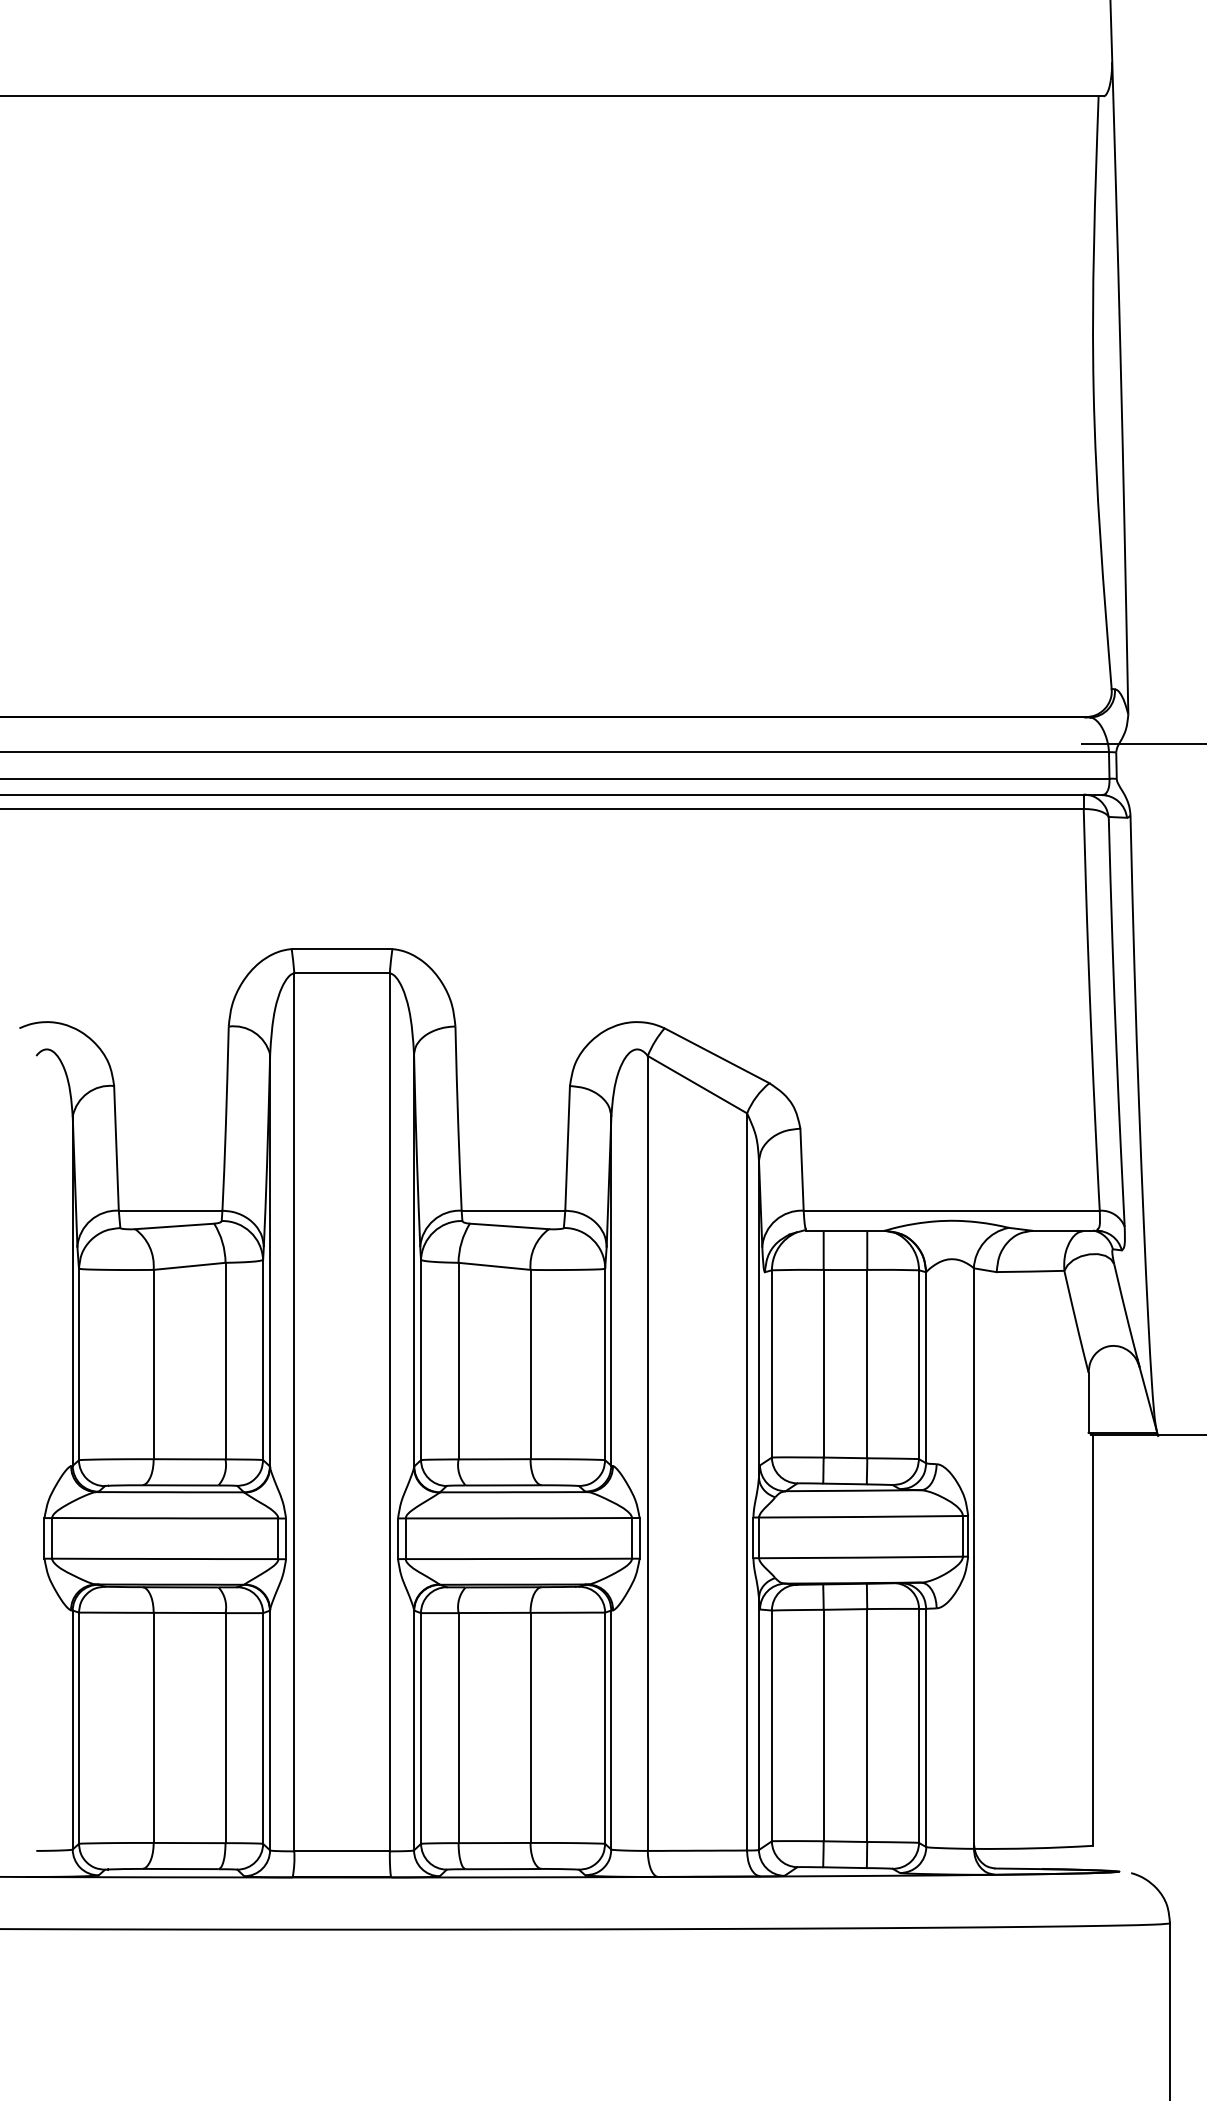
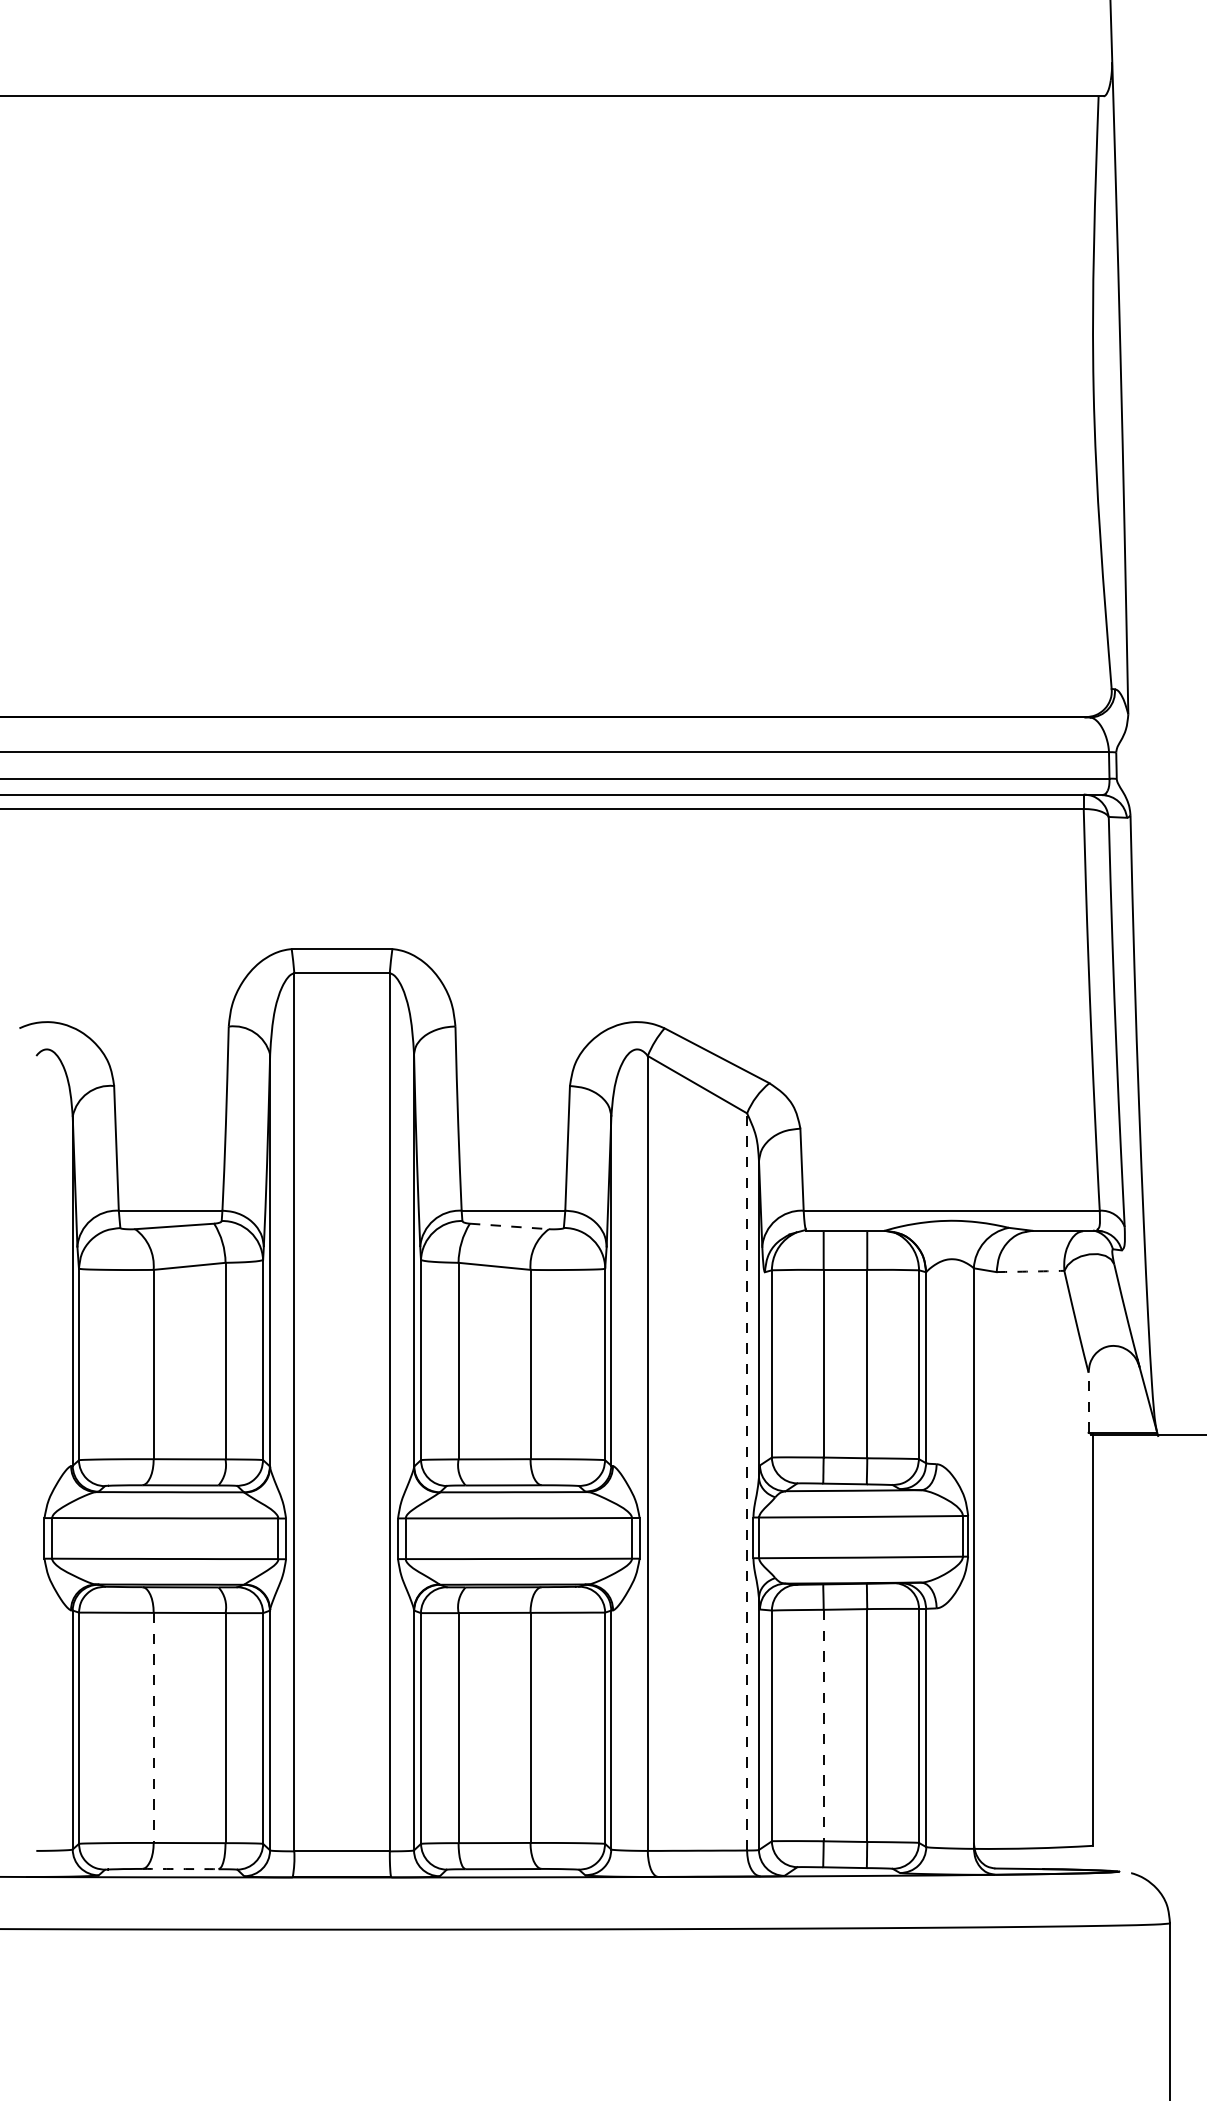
line at (1142, 744): present -> none
line at (509, 1226): solid -> dashed
arc at (1030, 1271): solid -> dashed
line at (1088, 1402): solid -> dashed
line at (747, 1481): solid -> dashed
line at (823, 1725): solid -> dashed
line at (153, 1728): solid -> dashed
arc at (180, 1869): solid -> dashed
